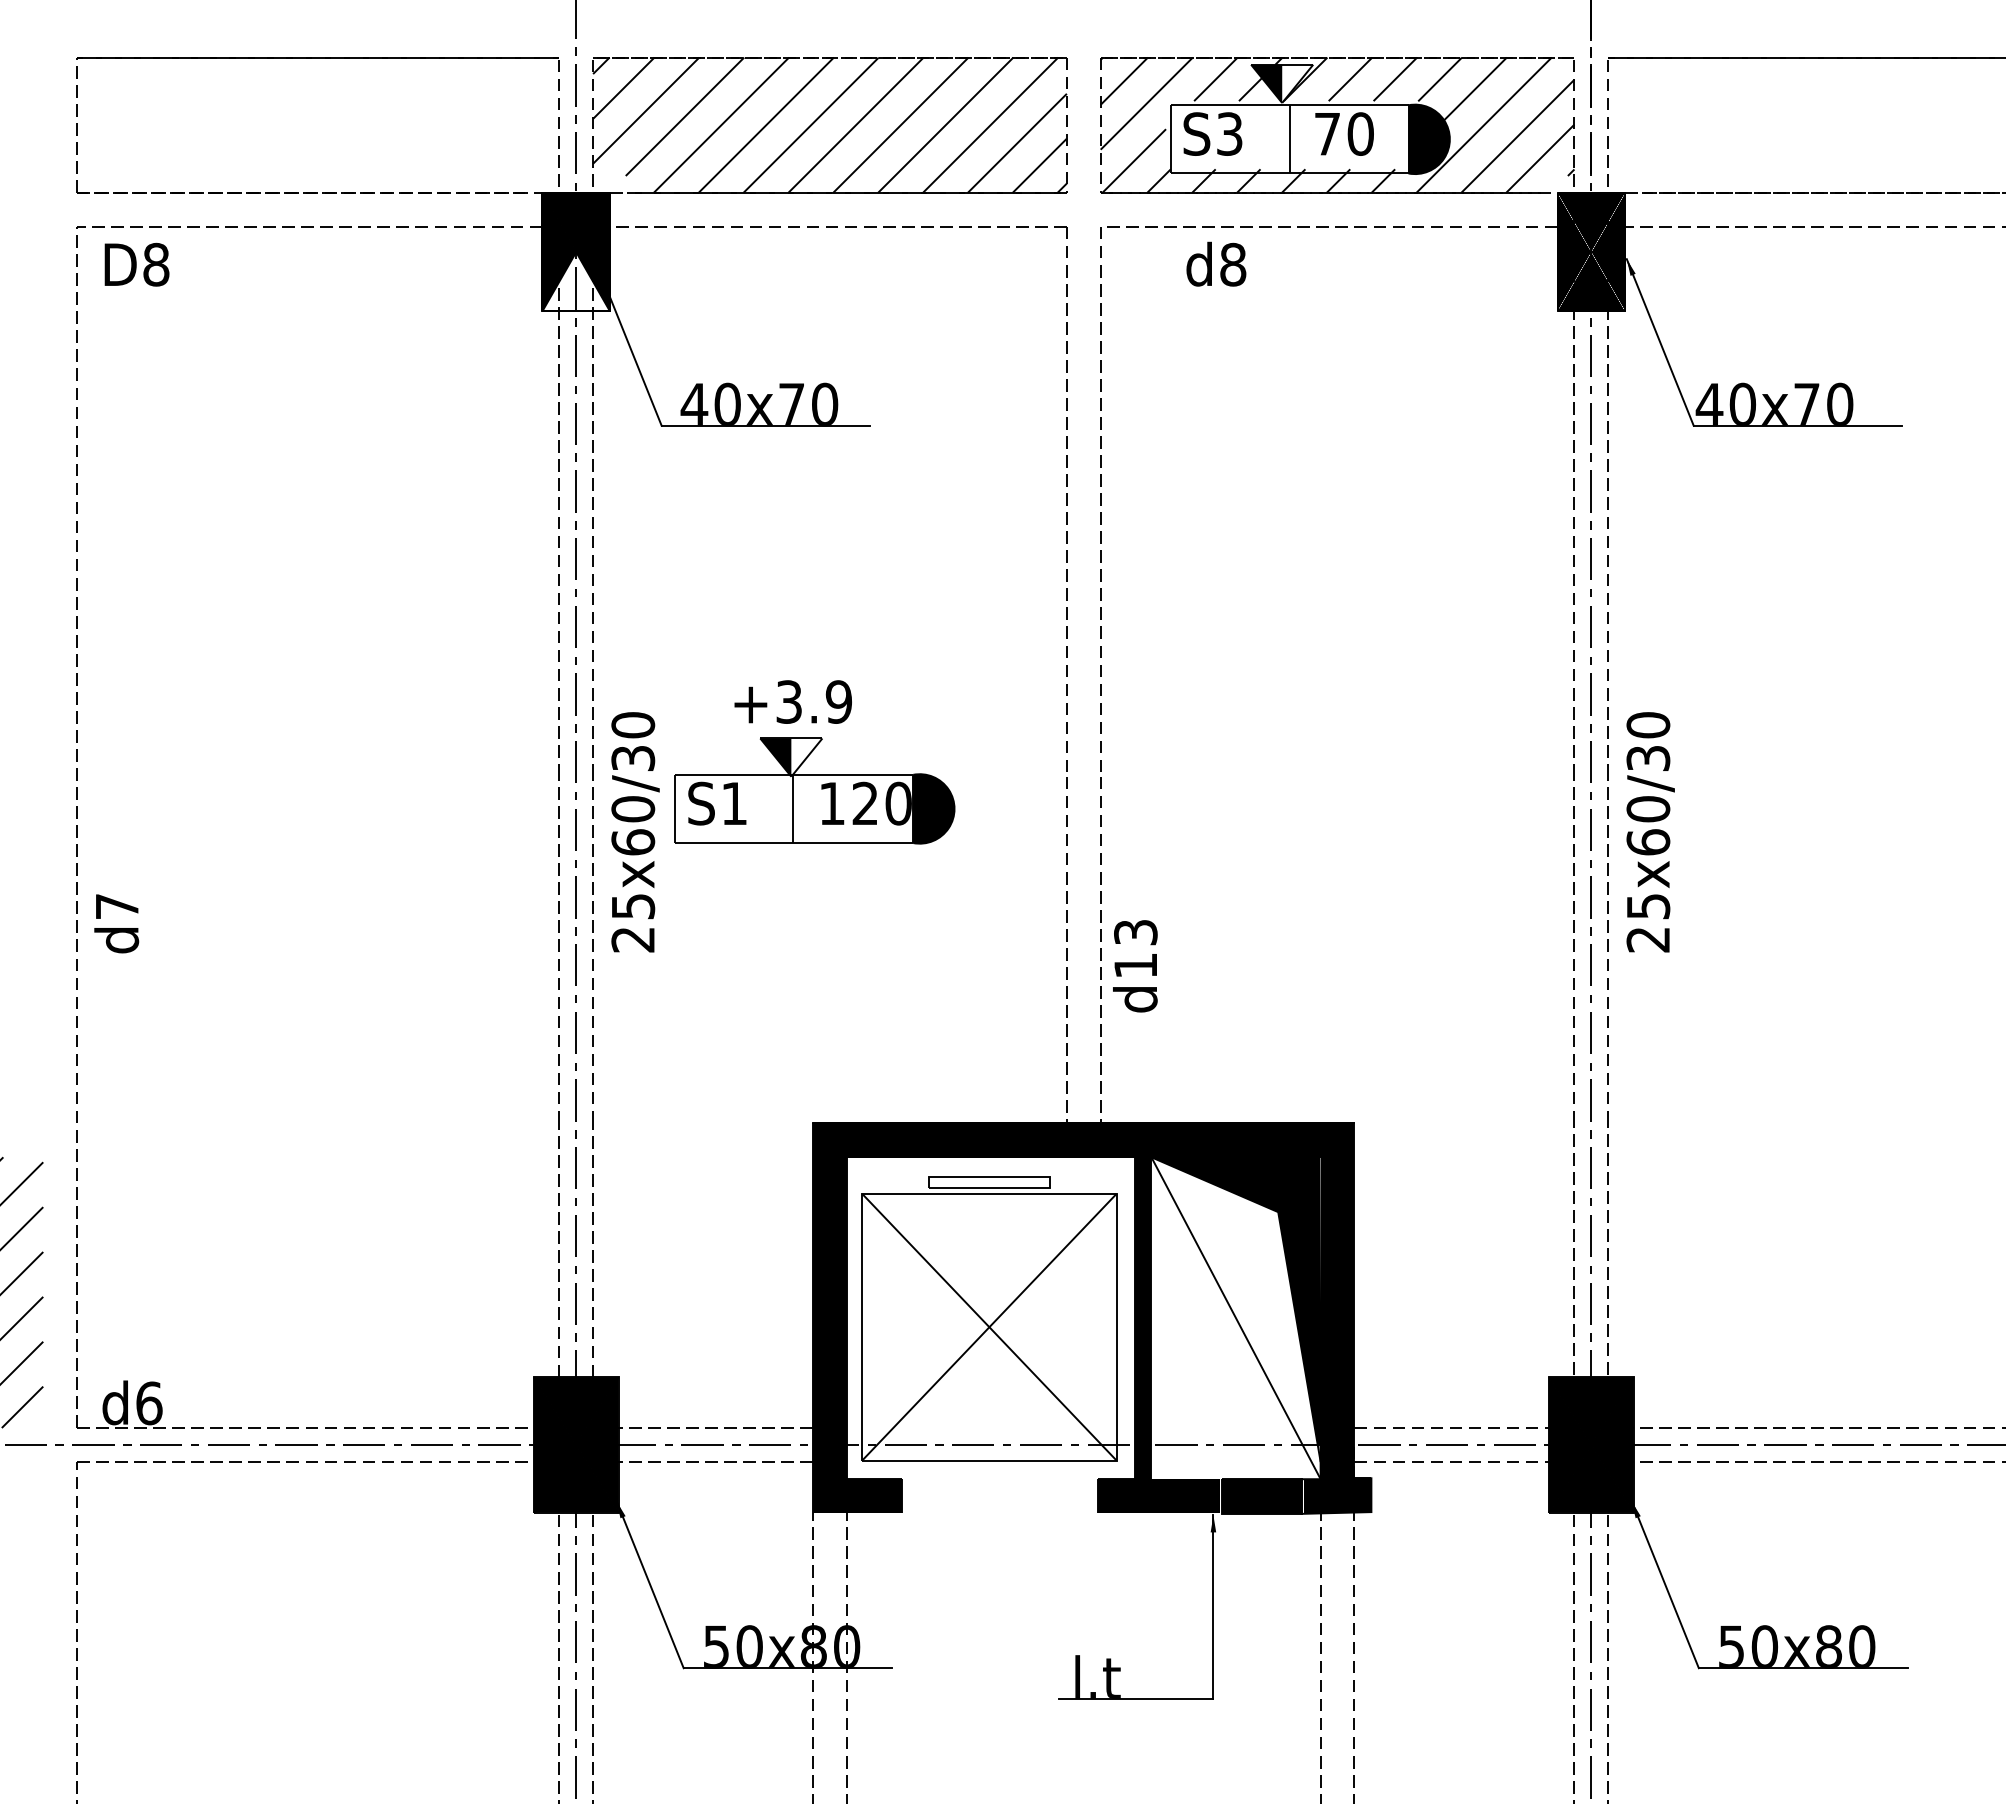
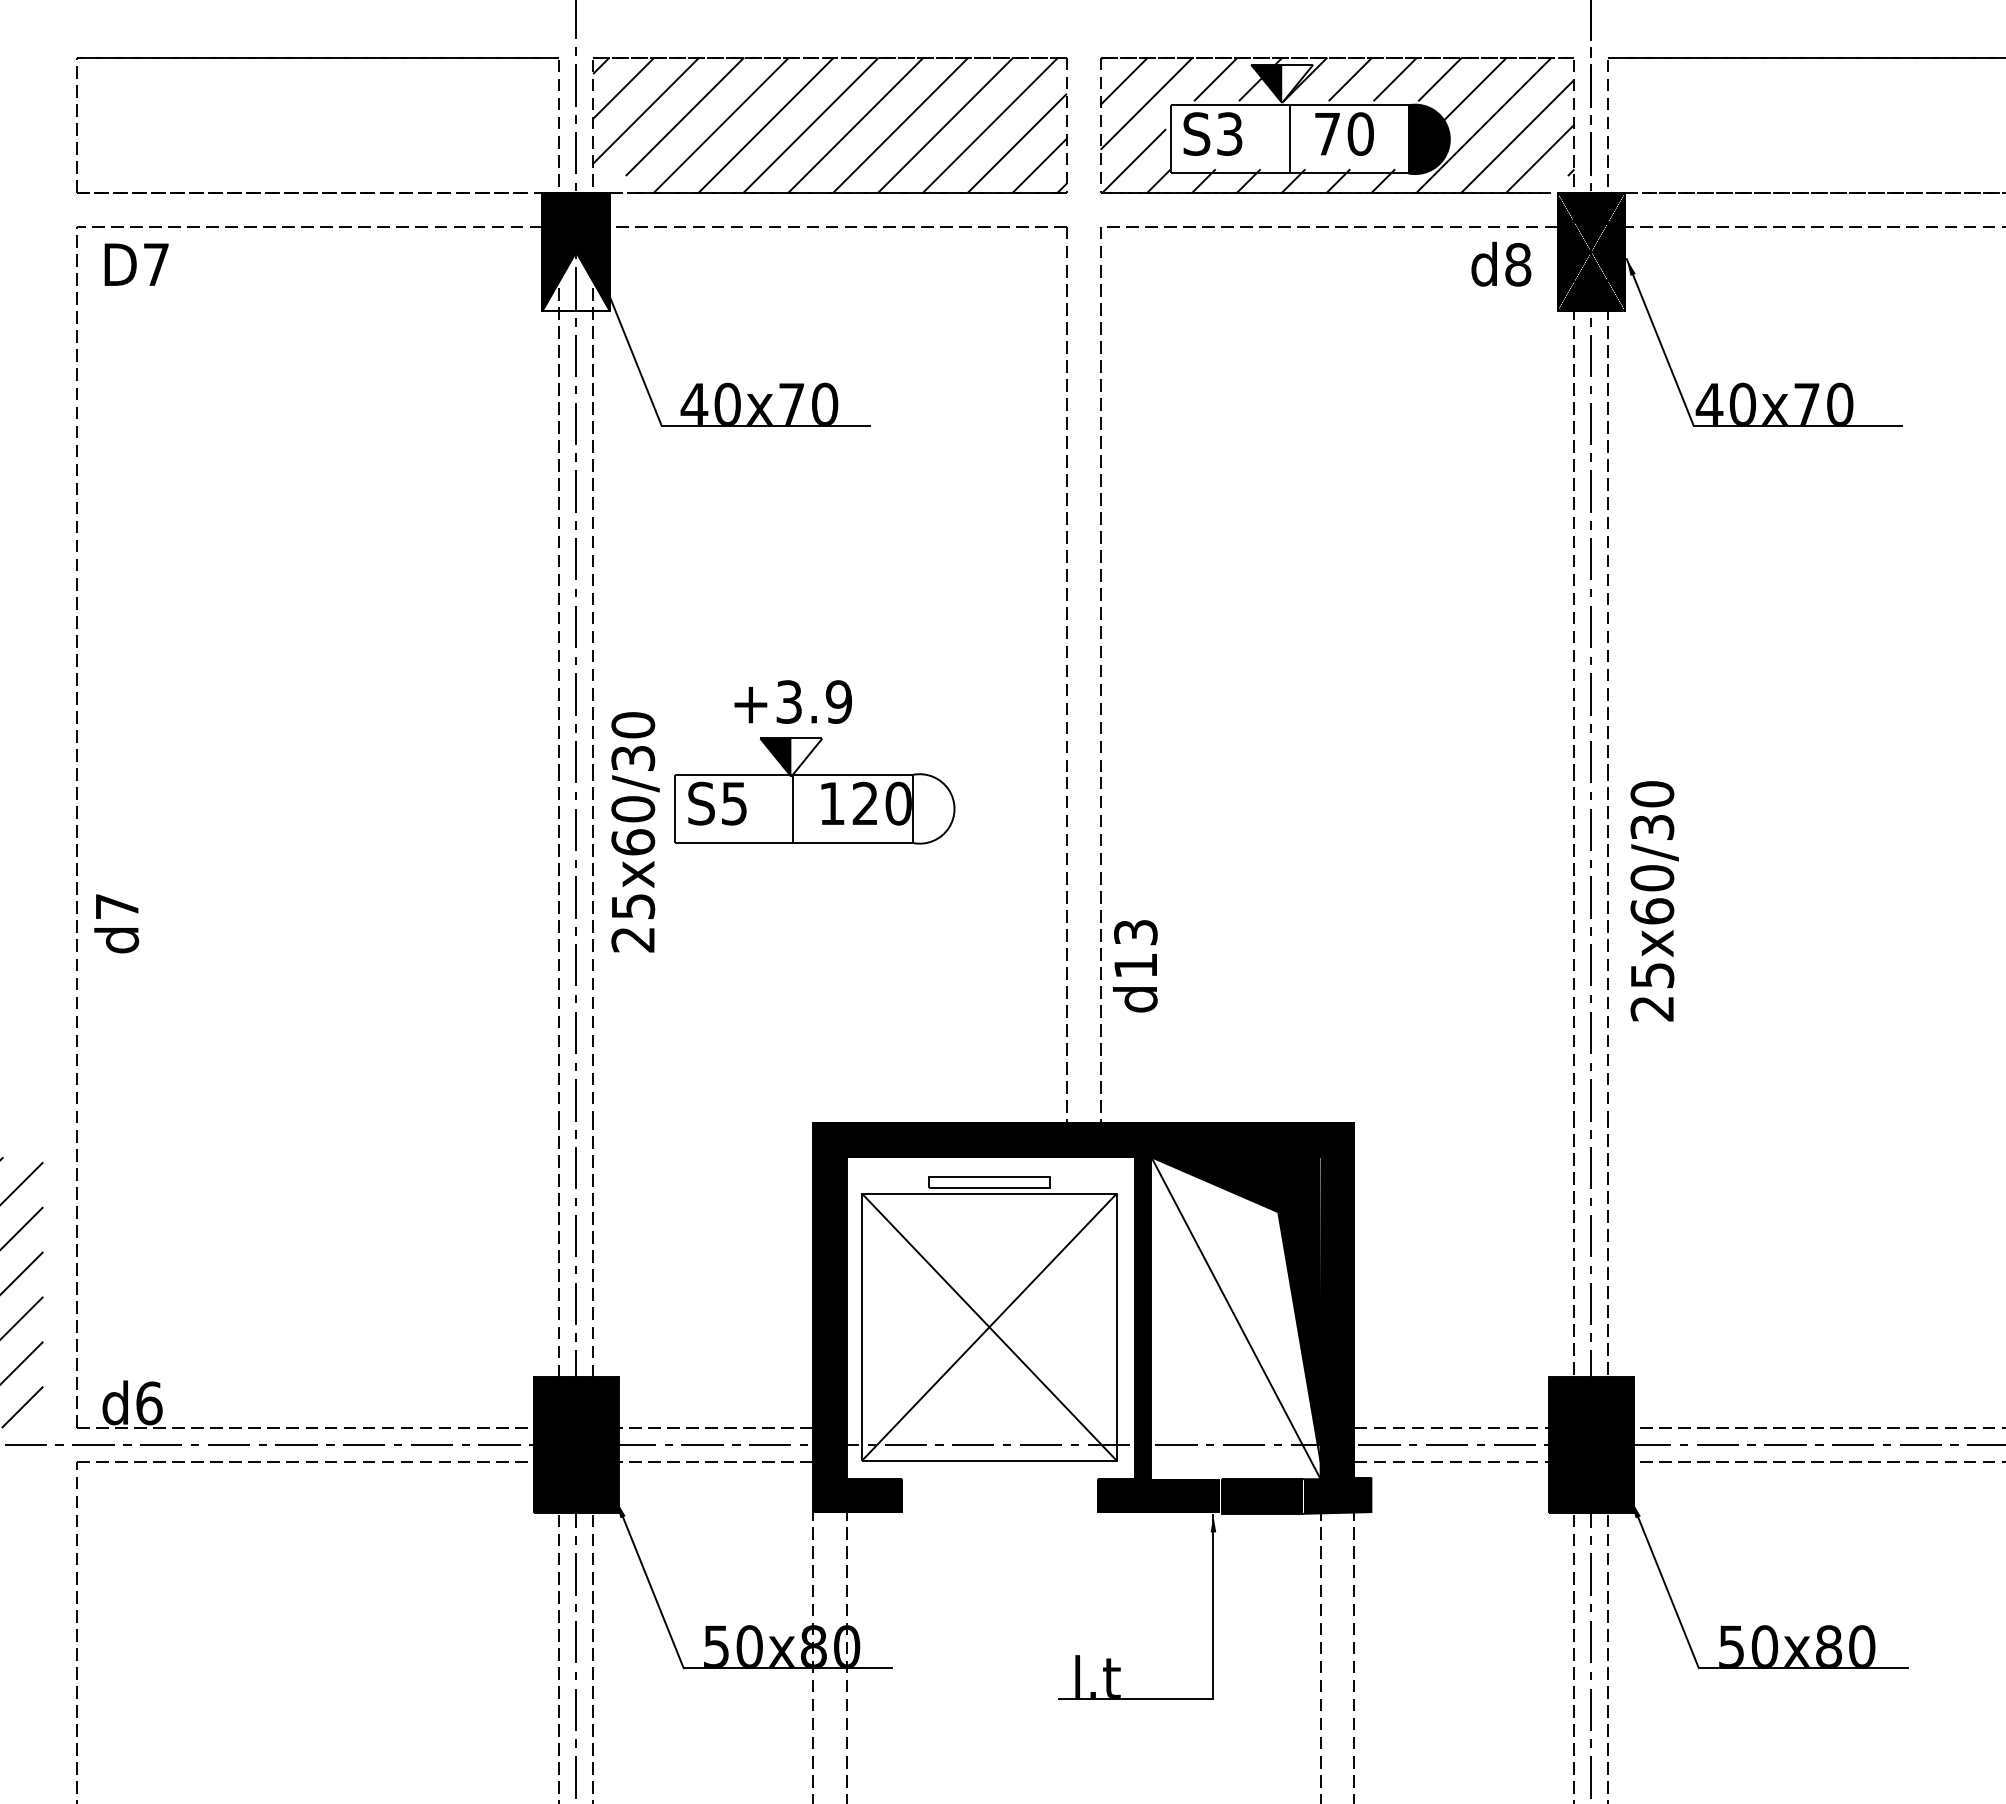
text at (1216, 263) position: (1216, 263) -> (1501, 263)
text at (156, 264): D8 -> D7
text at (734, 803): S1 -> S5
fill at (933, 808): present -> none
text at (1650, 832) position: (1650, 832) -> (1654, 901)
